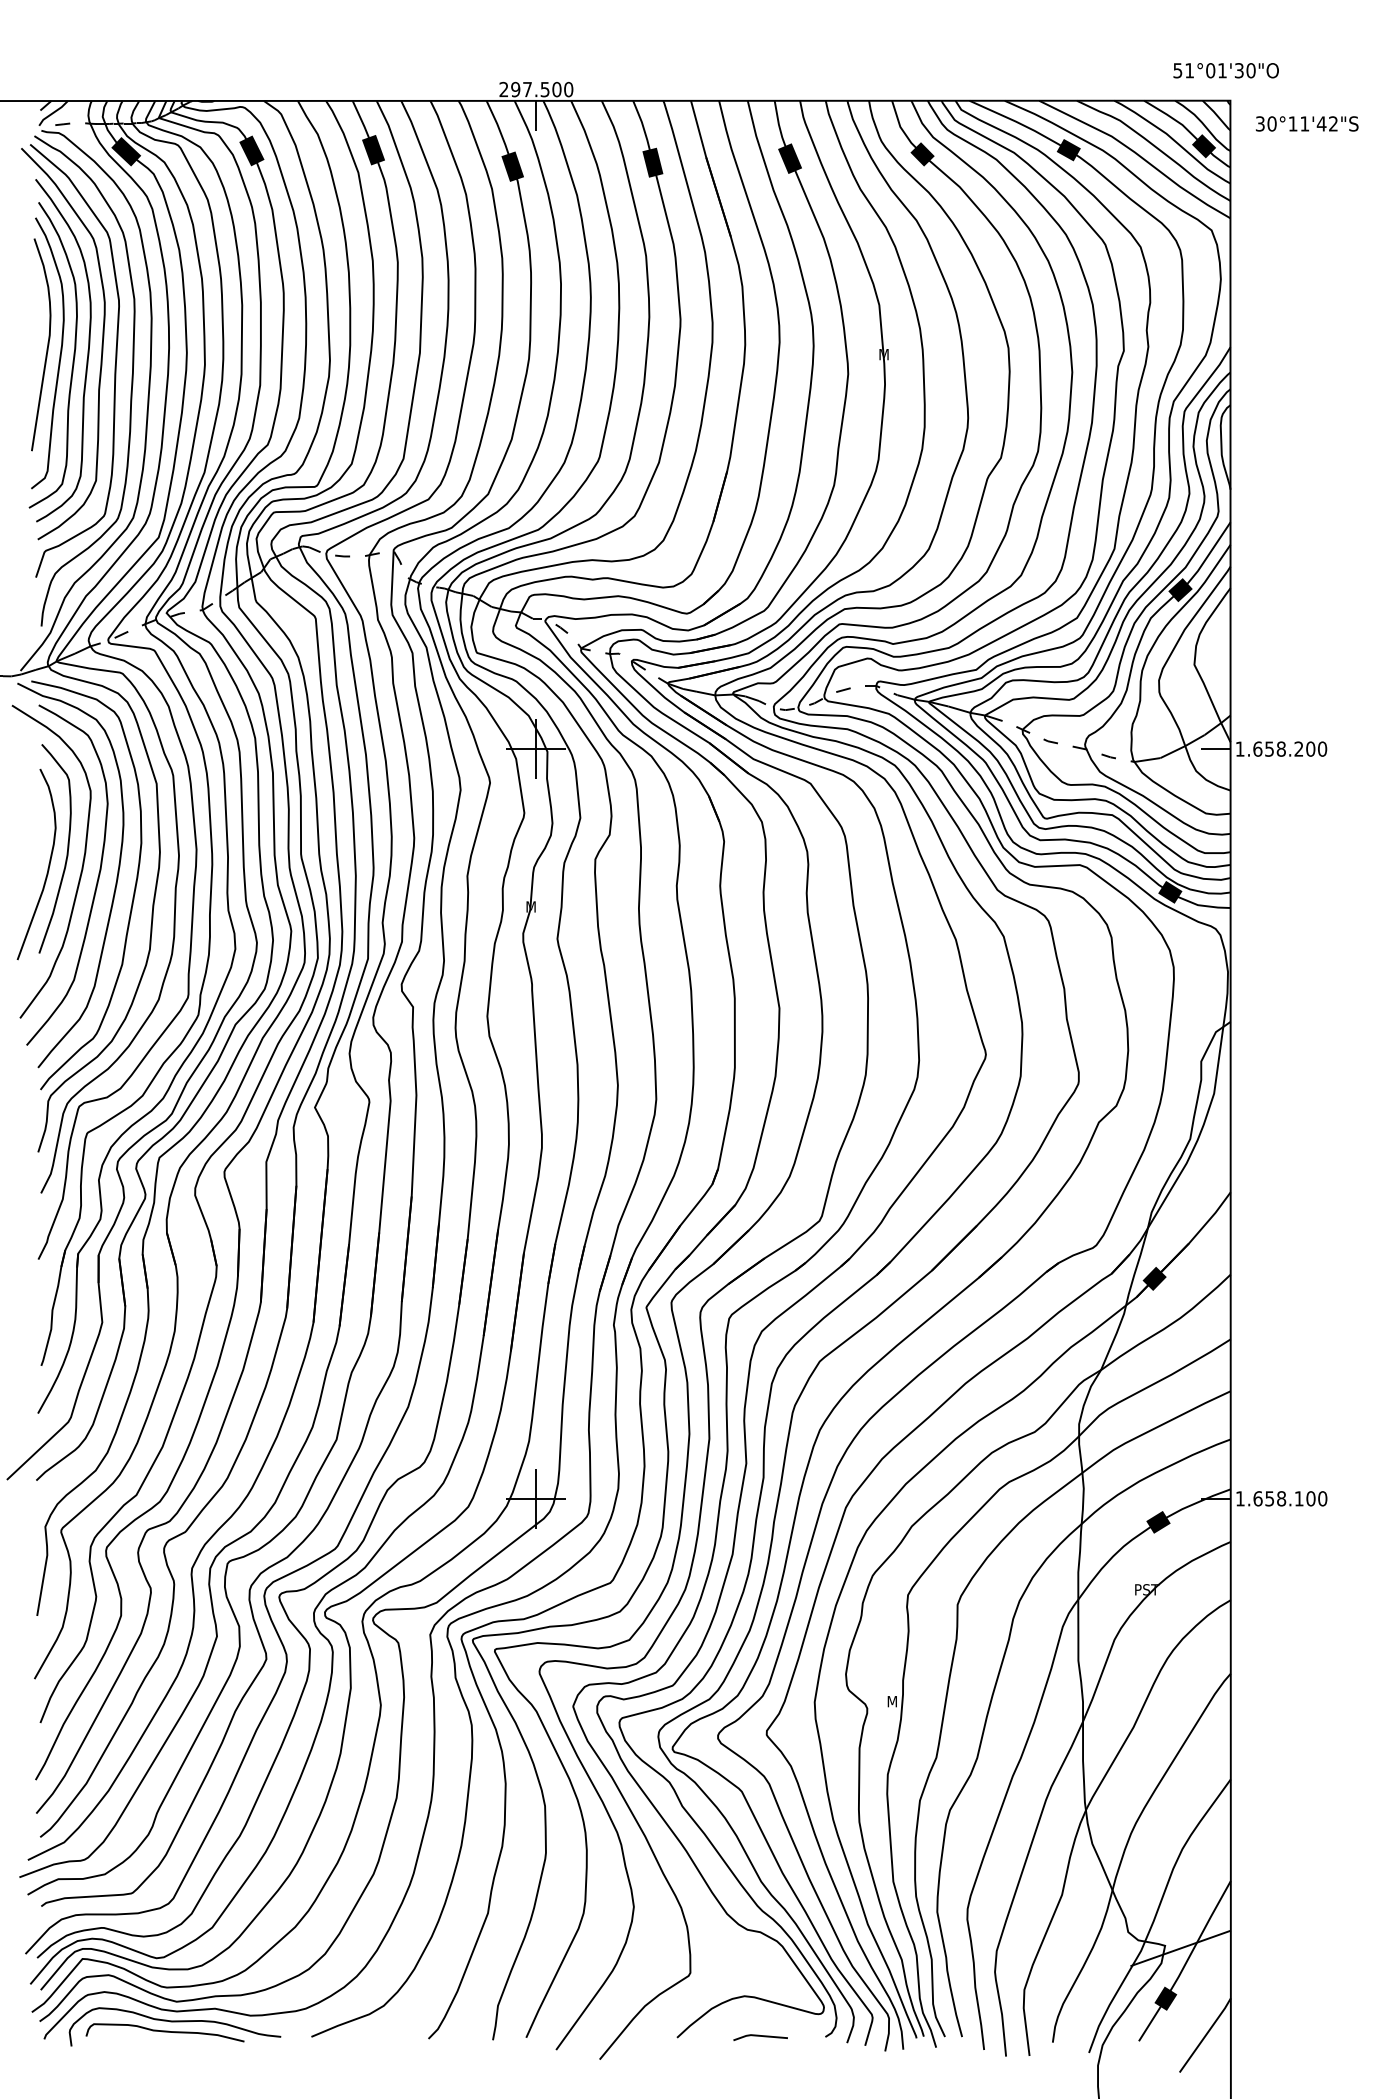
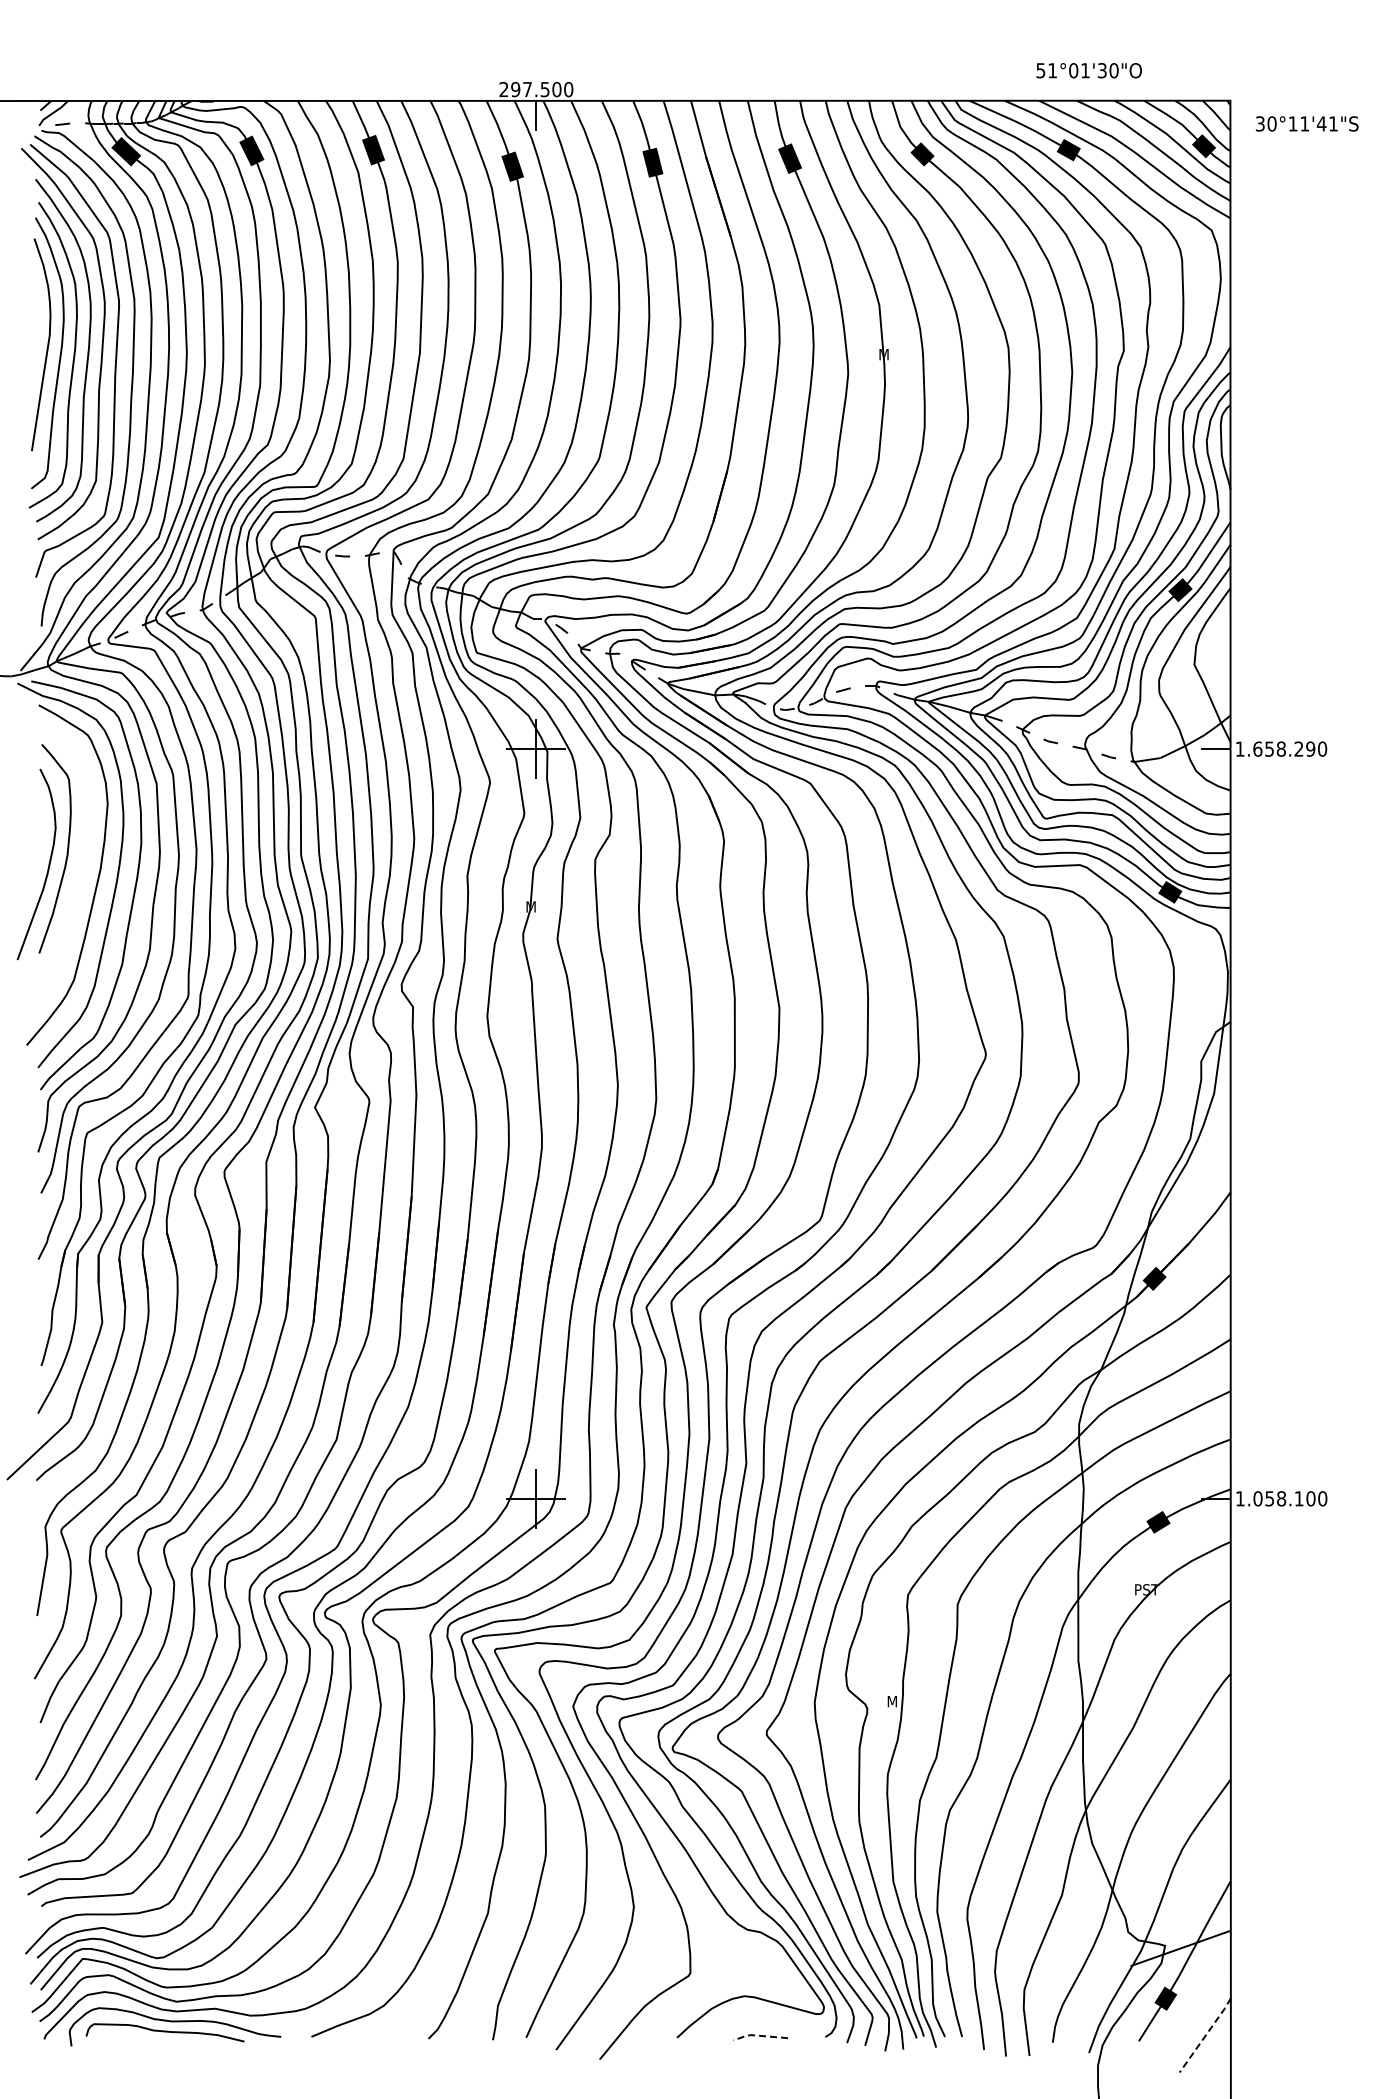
text at (1225, 70) position: (1225, 70) -> (1088, 70)
text at (1333, 123): 30°11'42"S -> 30°11'41"S
text at (1310, 748): 1.658.200 -> 1.658.290
curve at (81, 867): present -> none
text at (1257, 1498): 1.658.100 -> 1.058.100
line at (758, 2035): solid -> dashed
line at (1206, 2035): solid -> dashed
